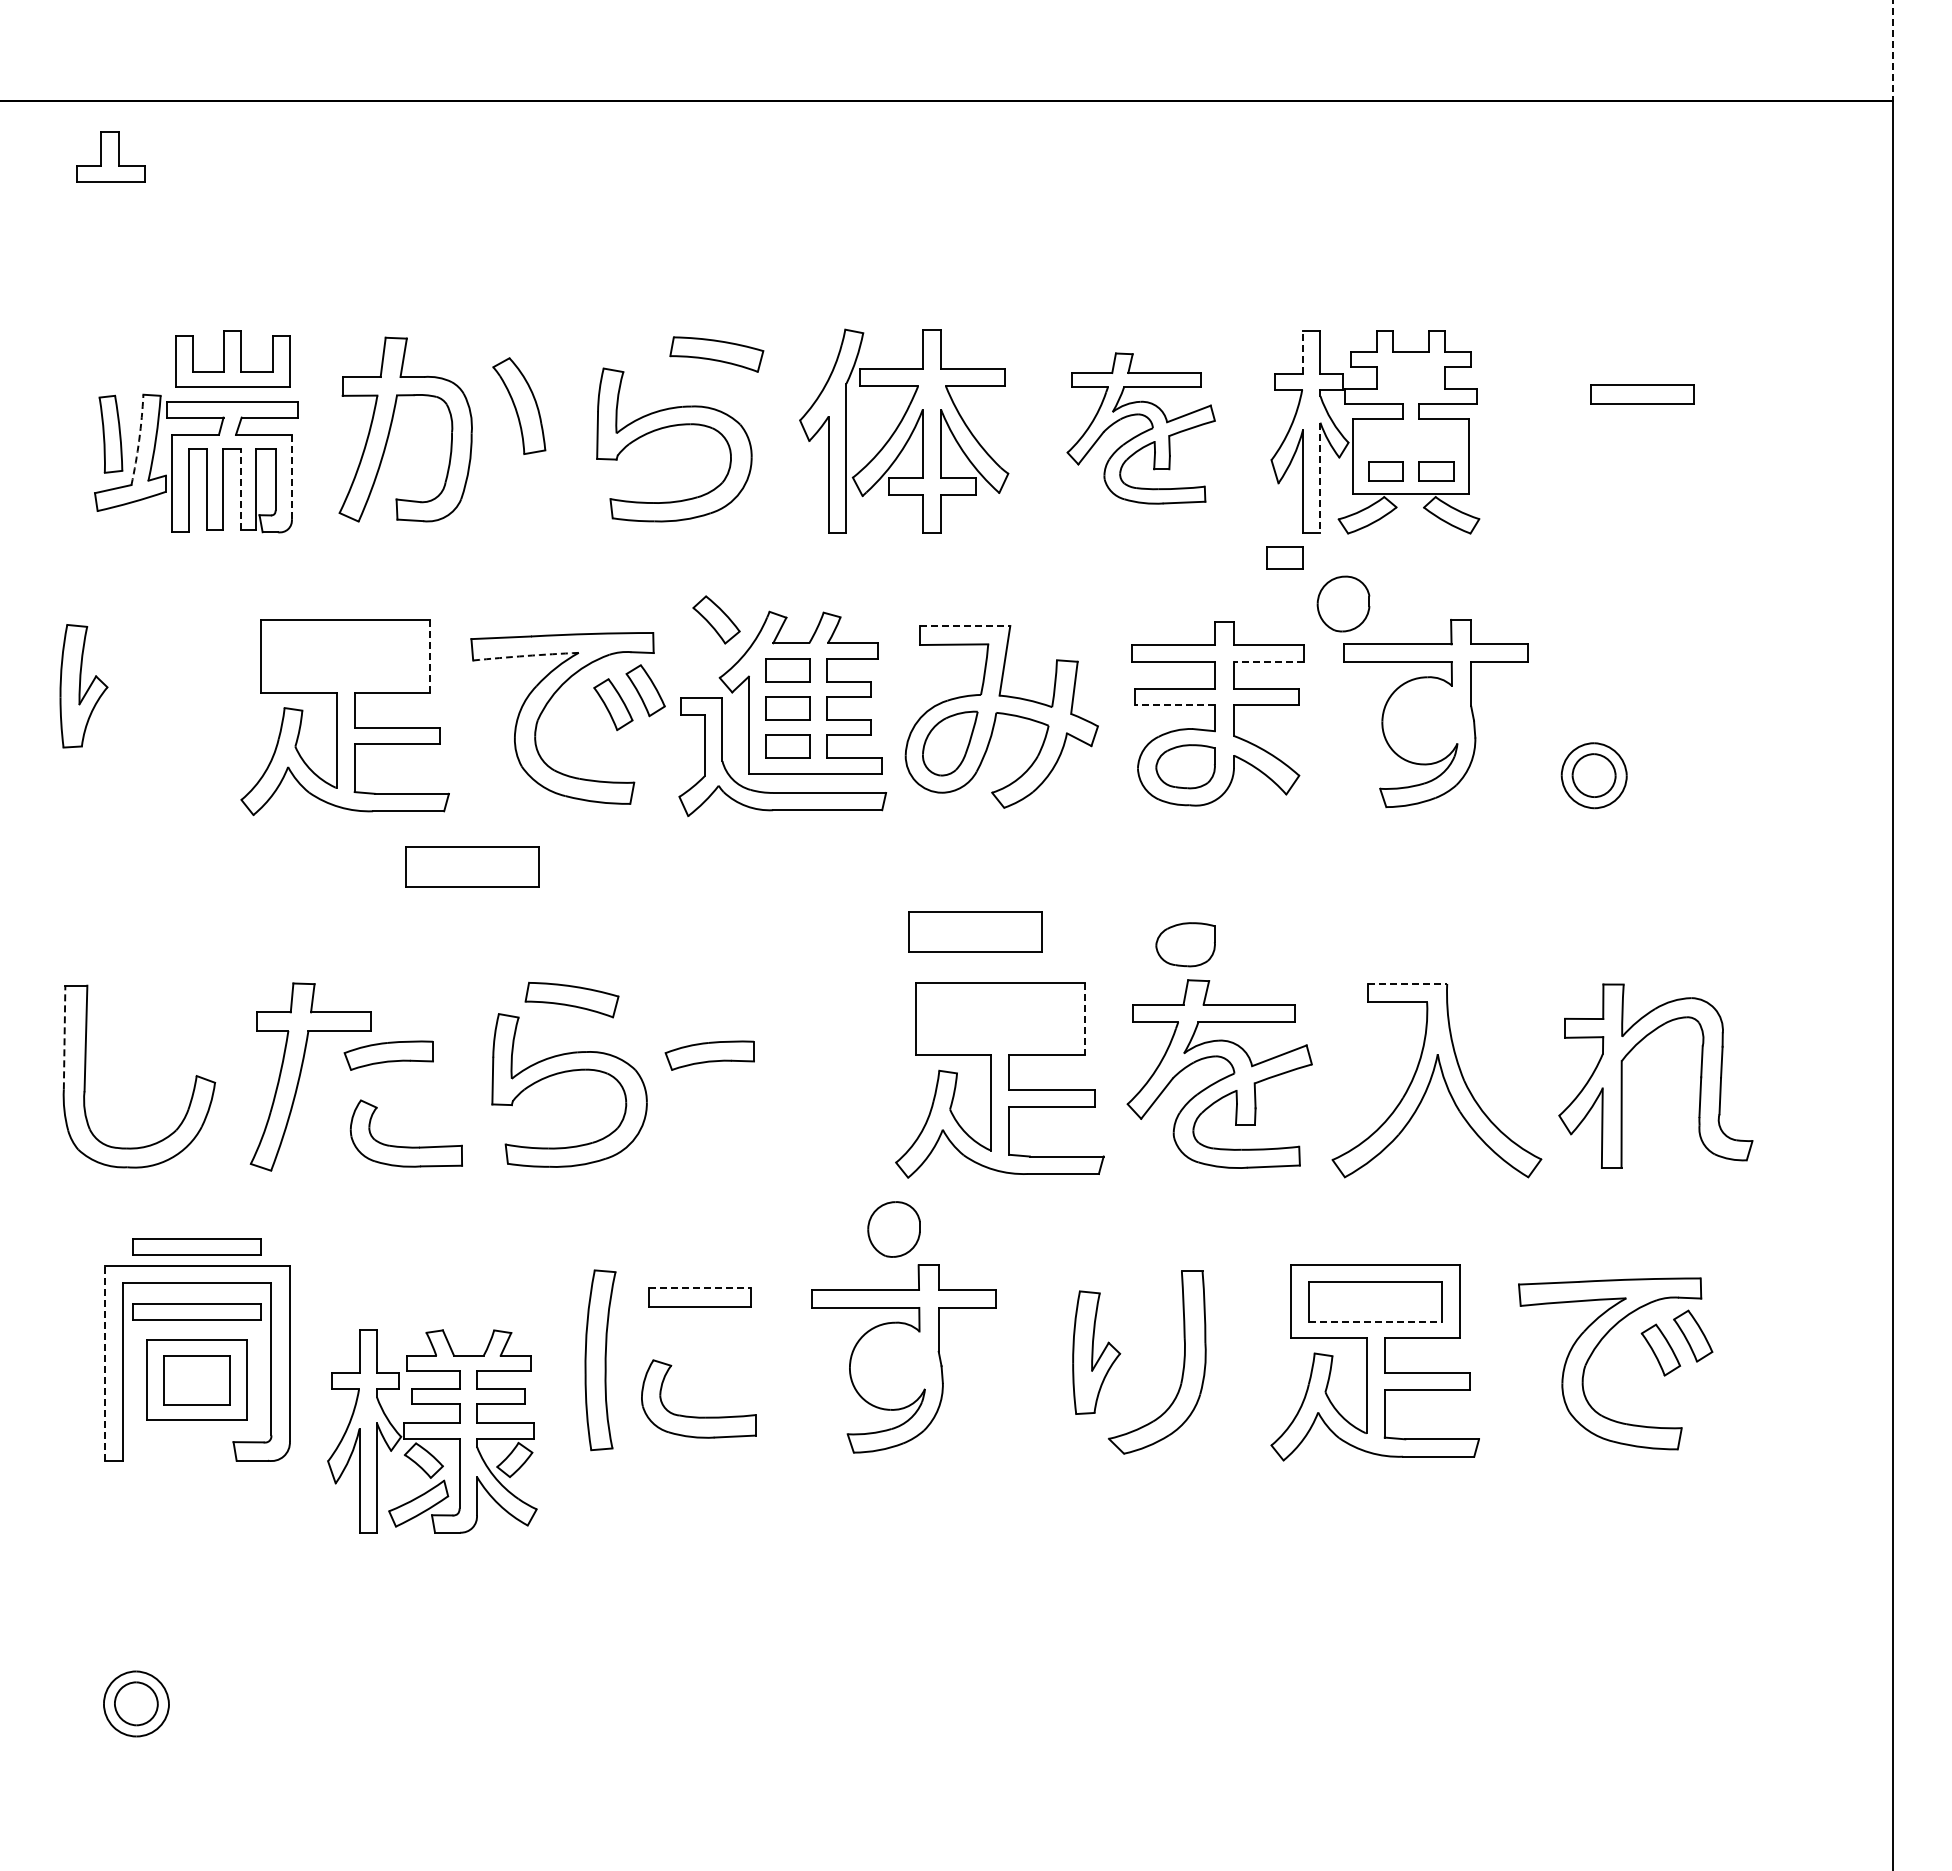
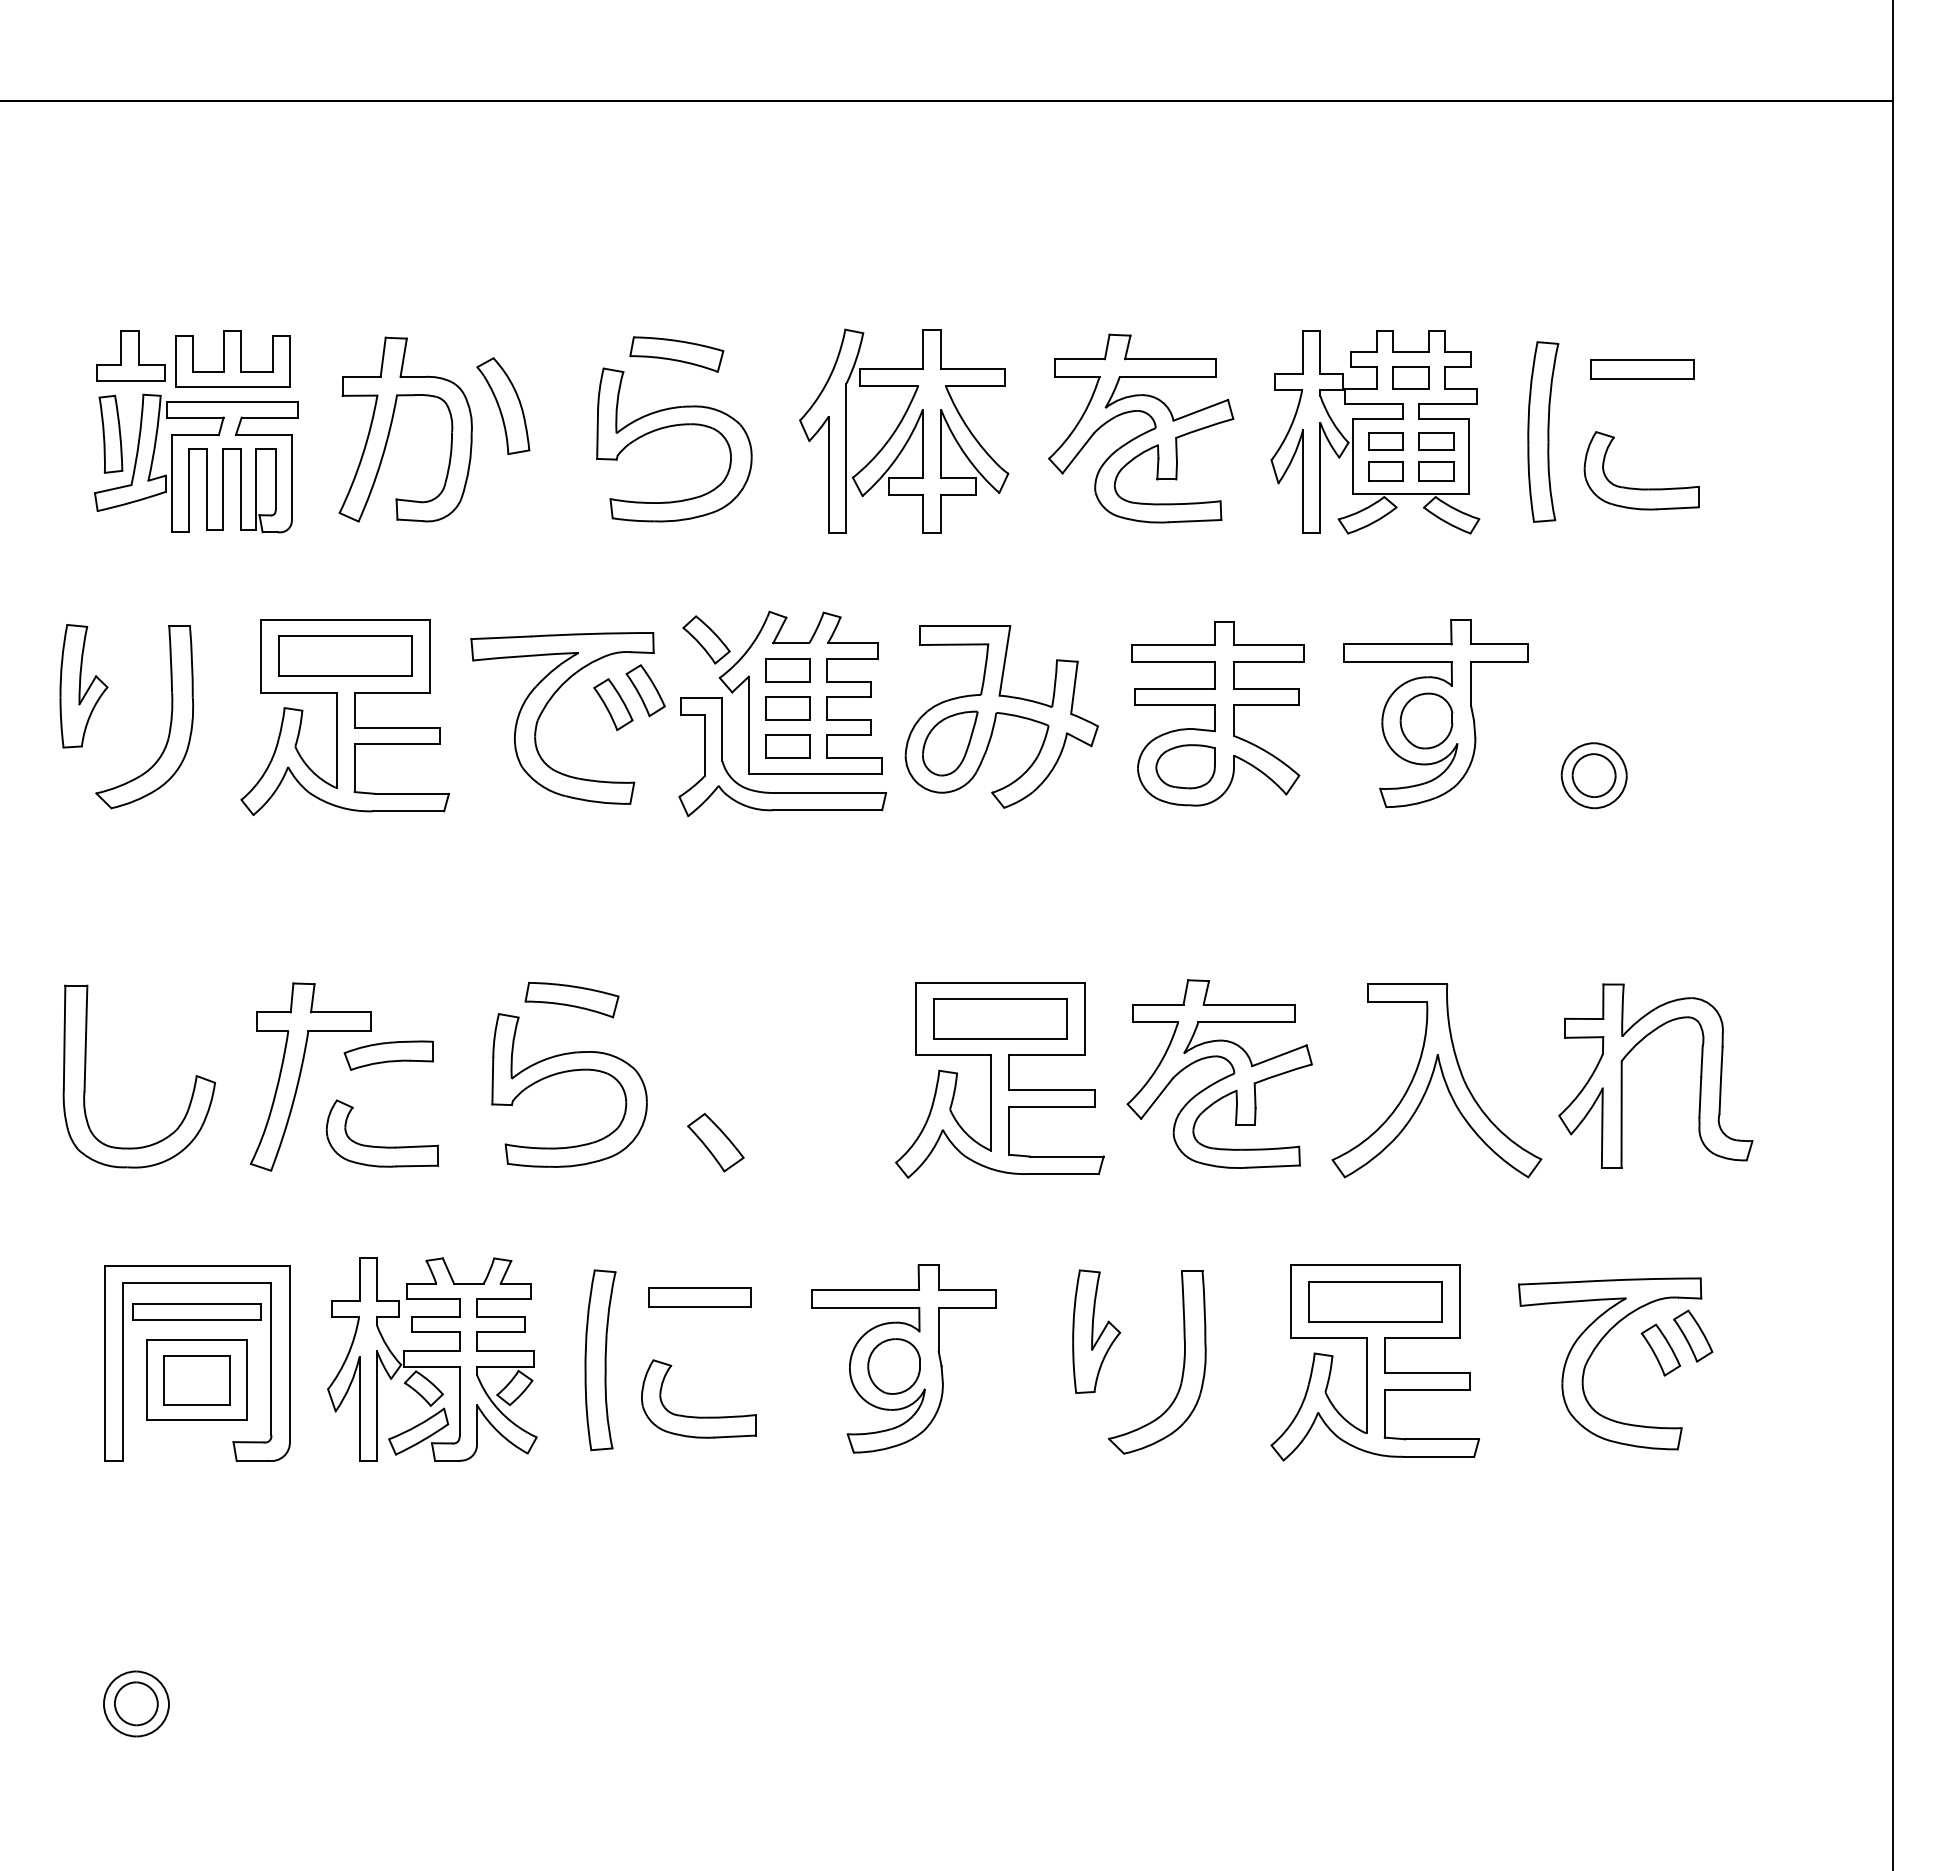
line at (1893, 50): dashed -> solid
part at (110, 156) position: (110, 156) -> (130, 355)
line at (1303, 352): dashed -> solid
part at (716, 354) position: (716, 354) -> (676, 354)
part at (1642, 394) position: (1642, 394) -> (1642, 369)
part at (519, 405) position: (519, 405) -> (503, 405)
part at (1140, 428) size: 150x153 px -> 187x191 px
part at (1543, 431): none -> present
arc at (139, 440): dashed -> solid
part at (1385, 441): none -> present
part at (1436, 441): none -> present
line at (291, 477): dashed -> solid
line at (1320, 478): dashed -> solid
part at (1641, 488): none -> present
line at (241, 489): dashed -> solid
part at (1284, 557) position: (1284, 557) -> (1410, 377)
part at (1343, 603) position: (1343, 603) -> (1426, 720)
part at (716, 619) position: (716, 619) -> (706, 639)
line at (965, 626): dashed -> solid
arc at (525, 655): dashed -> solid
line at (430, 656): dashed -> solid
line at (1268, 661): dashed -> solid
line at (1174, 705): dashed -> solid
part at (170, 717): none -> present
part at (472, 866) position: (472, 866) -> (345, 655)
part at (975, 931) position: (975, 931) -> (1000, 1018)
part at (1185, 944): present -> none
line at (1407, 983): dashed -> solid
line at (1084, 1019): dashed -> solid
line at (64, 1037): dashed -> solid
part at (709, 1055): present -> none
part at (715, 1142): none -> present
part at (405, 1146) position: (405, 1146) -> (381, 1146)
part at (893, 1229) position: (893, 1229) -> (893, 1366)
part at (196, 1246): present -> none
line at (700, 1288): dashed -> solid
line at (1376, 1321): dashed -> solid
part at (1096, 1352) position: (1096, 1352) -> (1096, 1331)
line at (104, 1362): dashed -> solid
part at (432, 1431) position: (432, 1431) -> (432, 1359)
